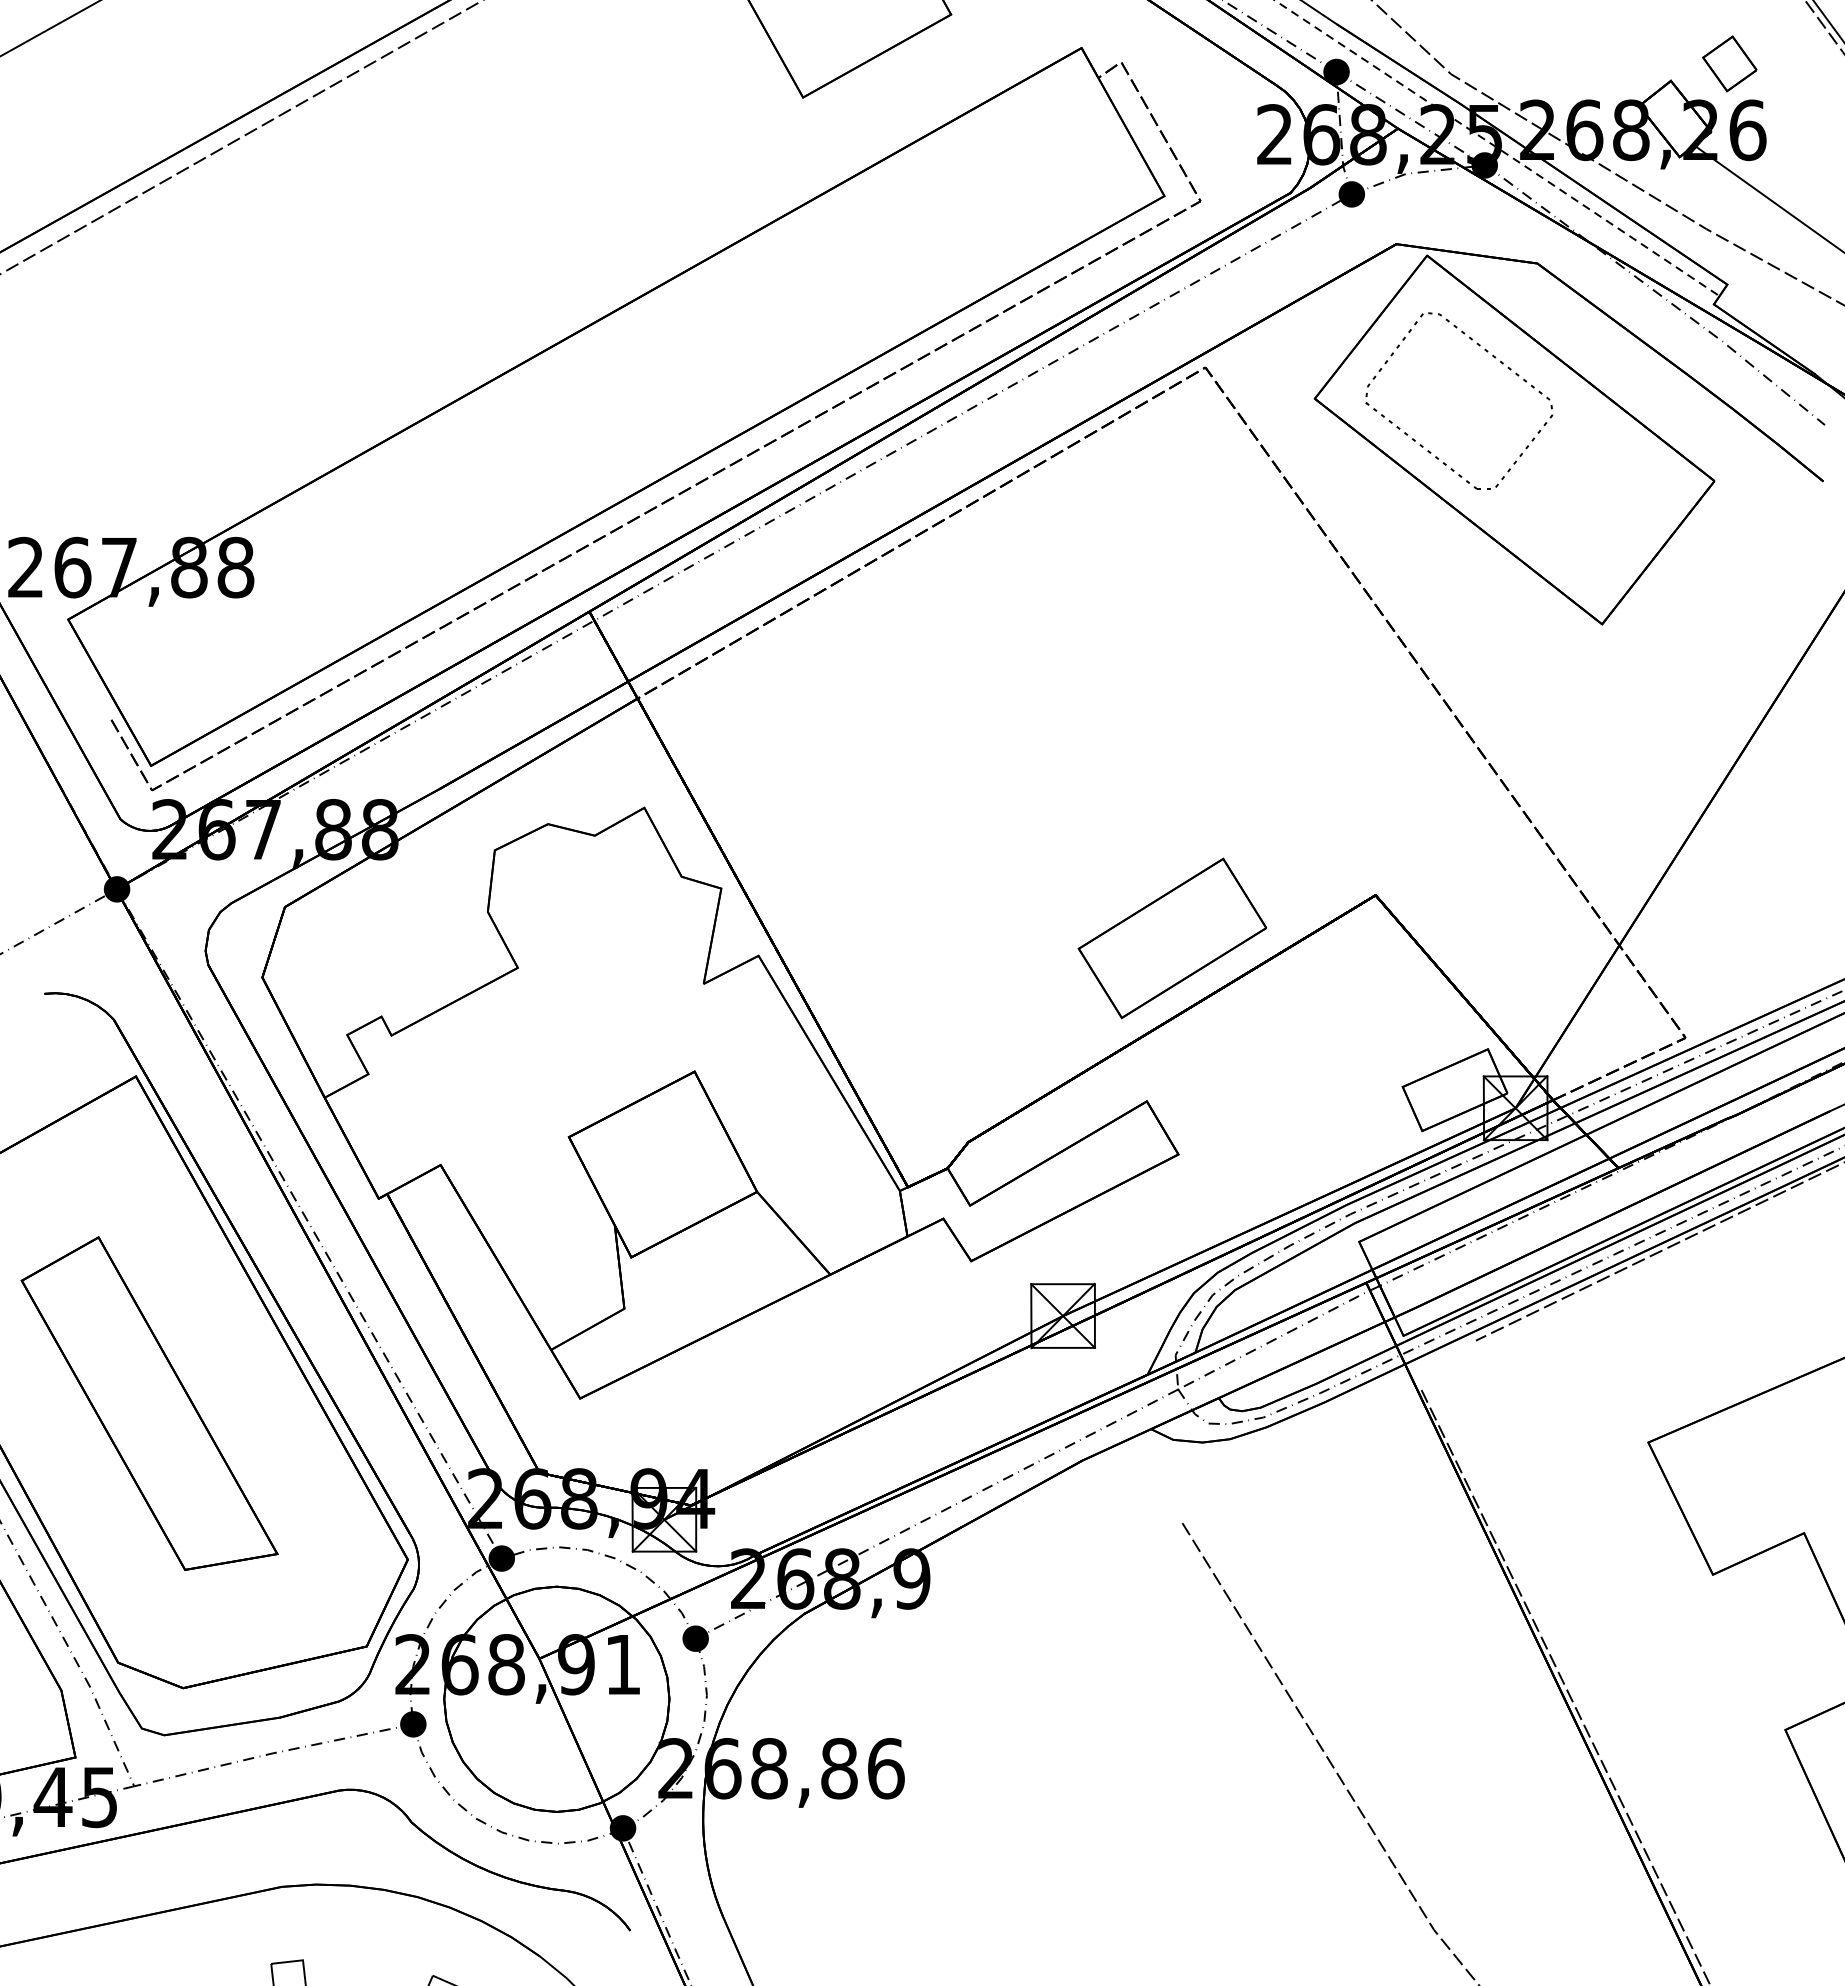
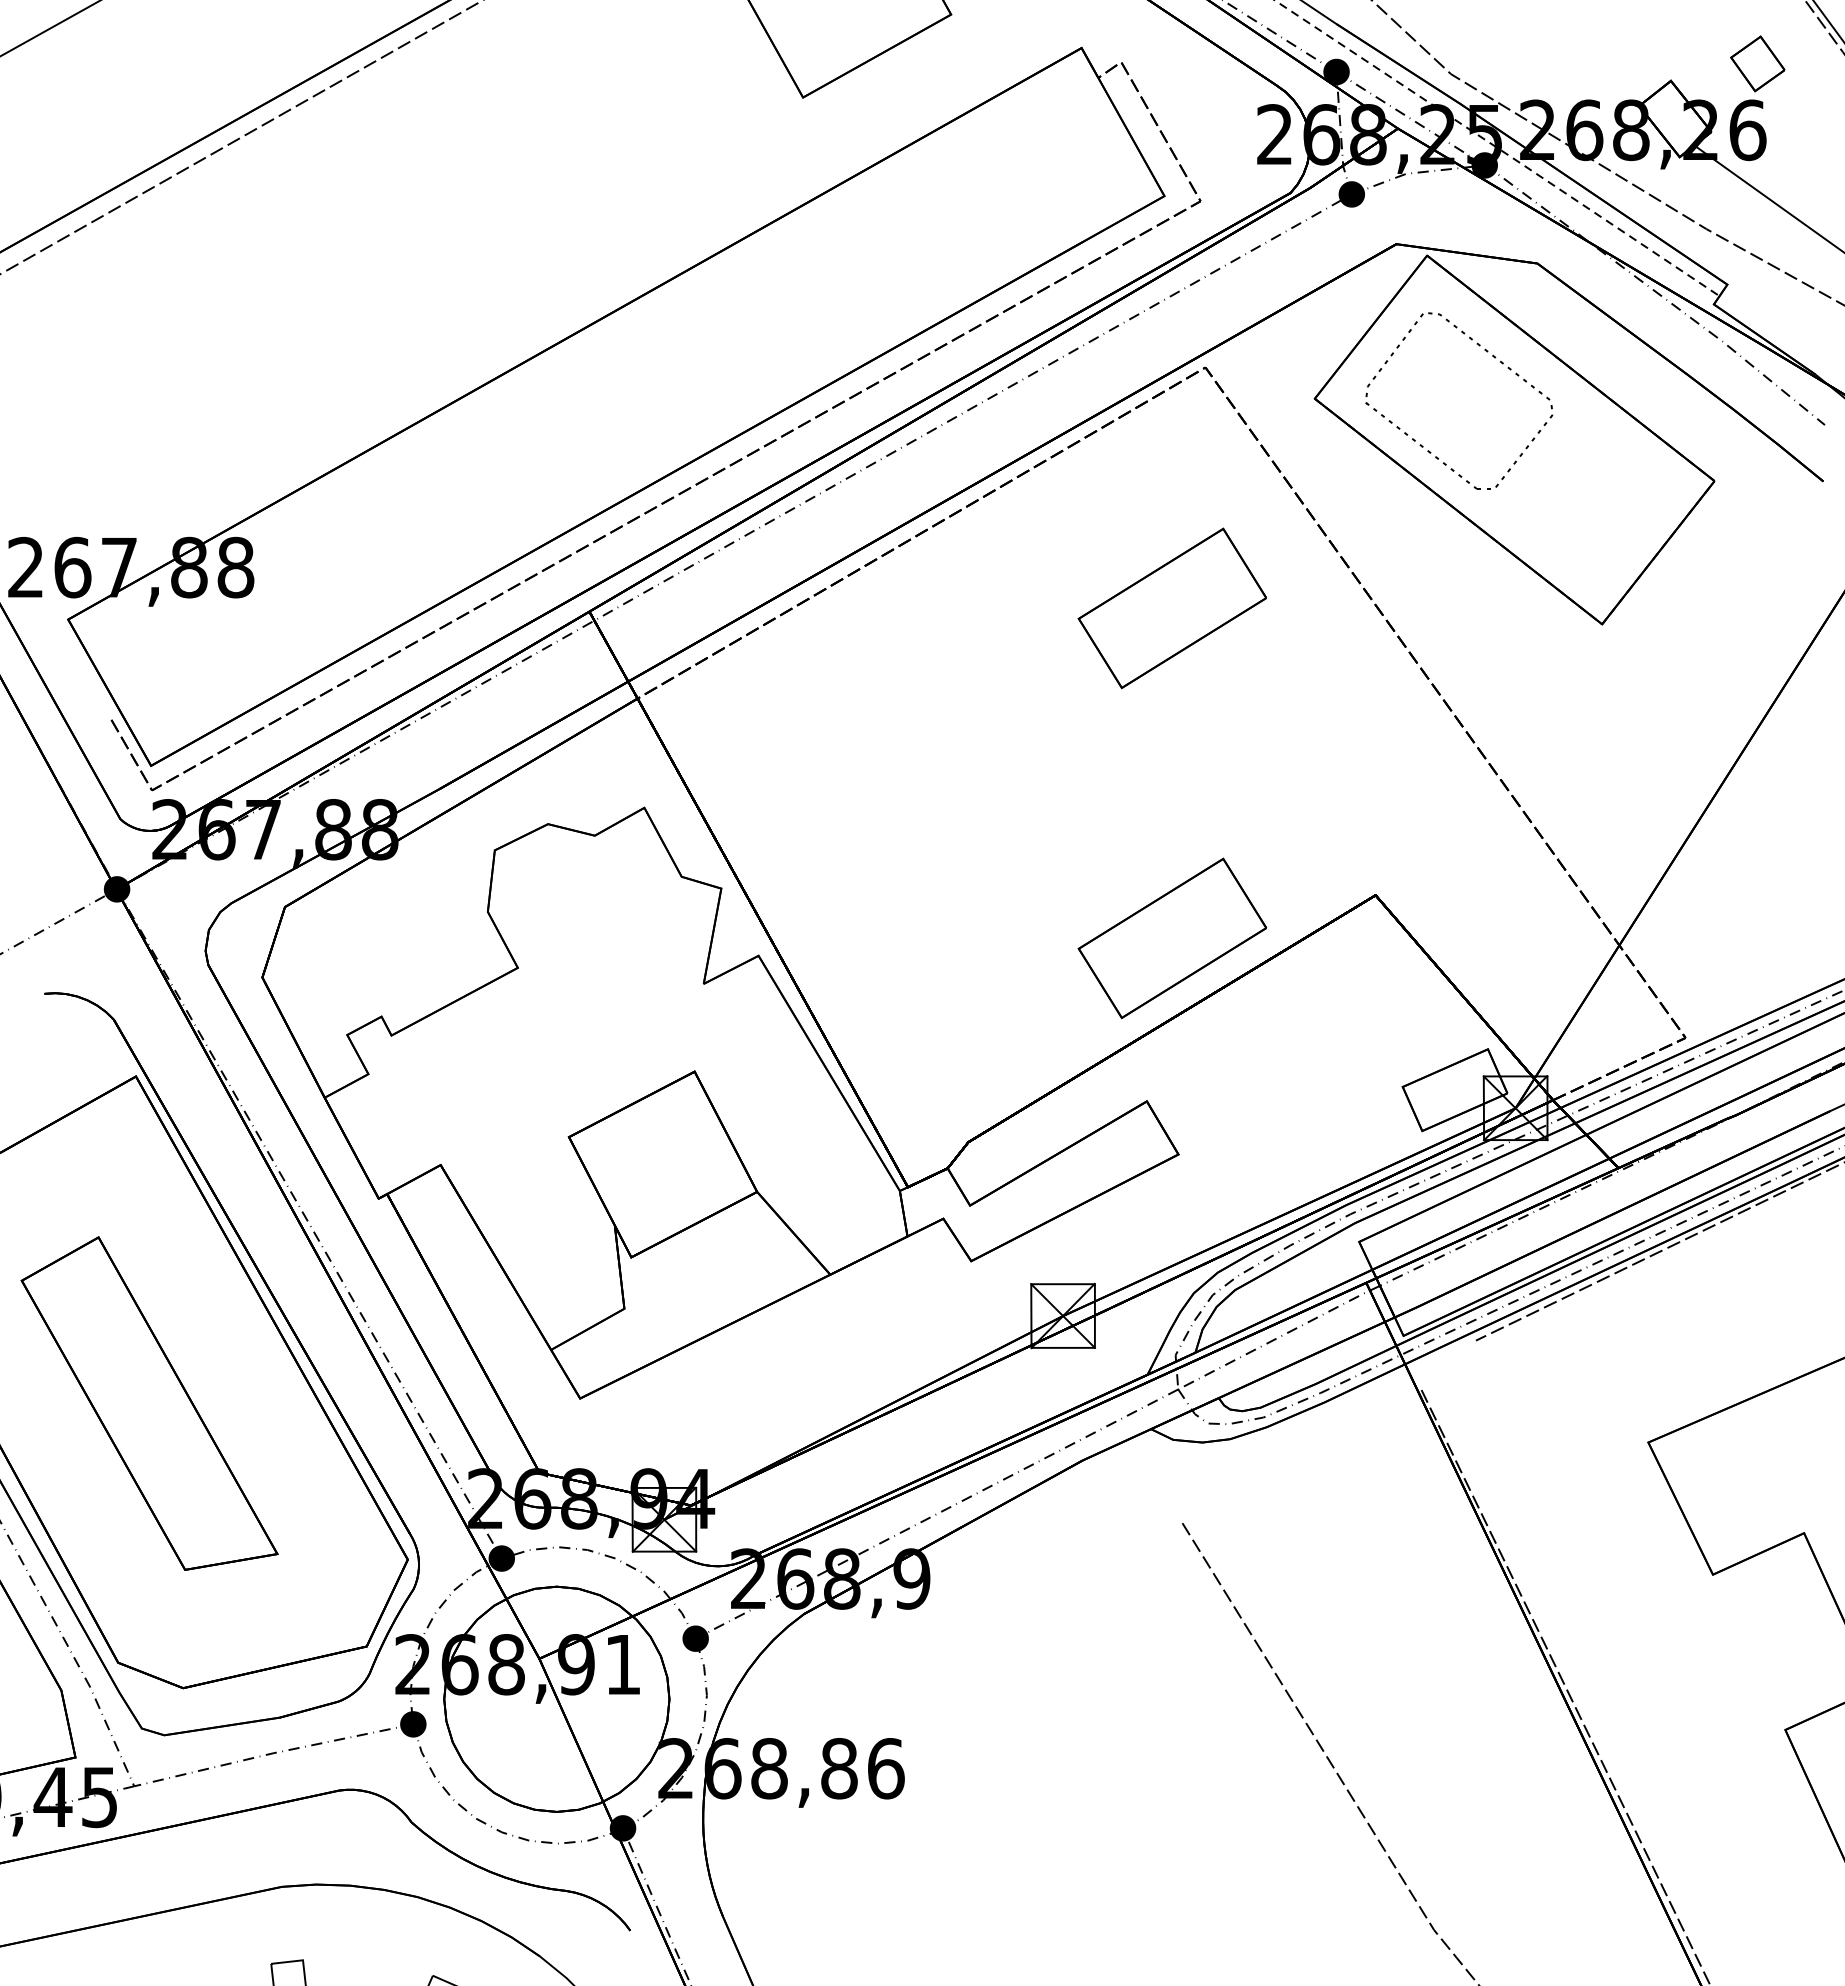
part at (1729, 63) position: (1729, 63) -> (1757, 63)
part at (1171, 608): none -> present
